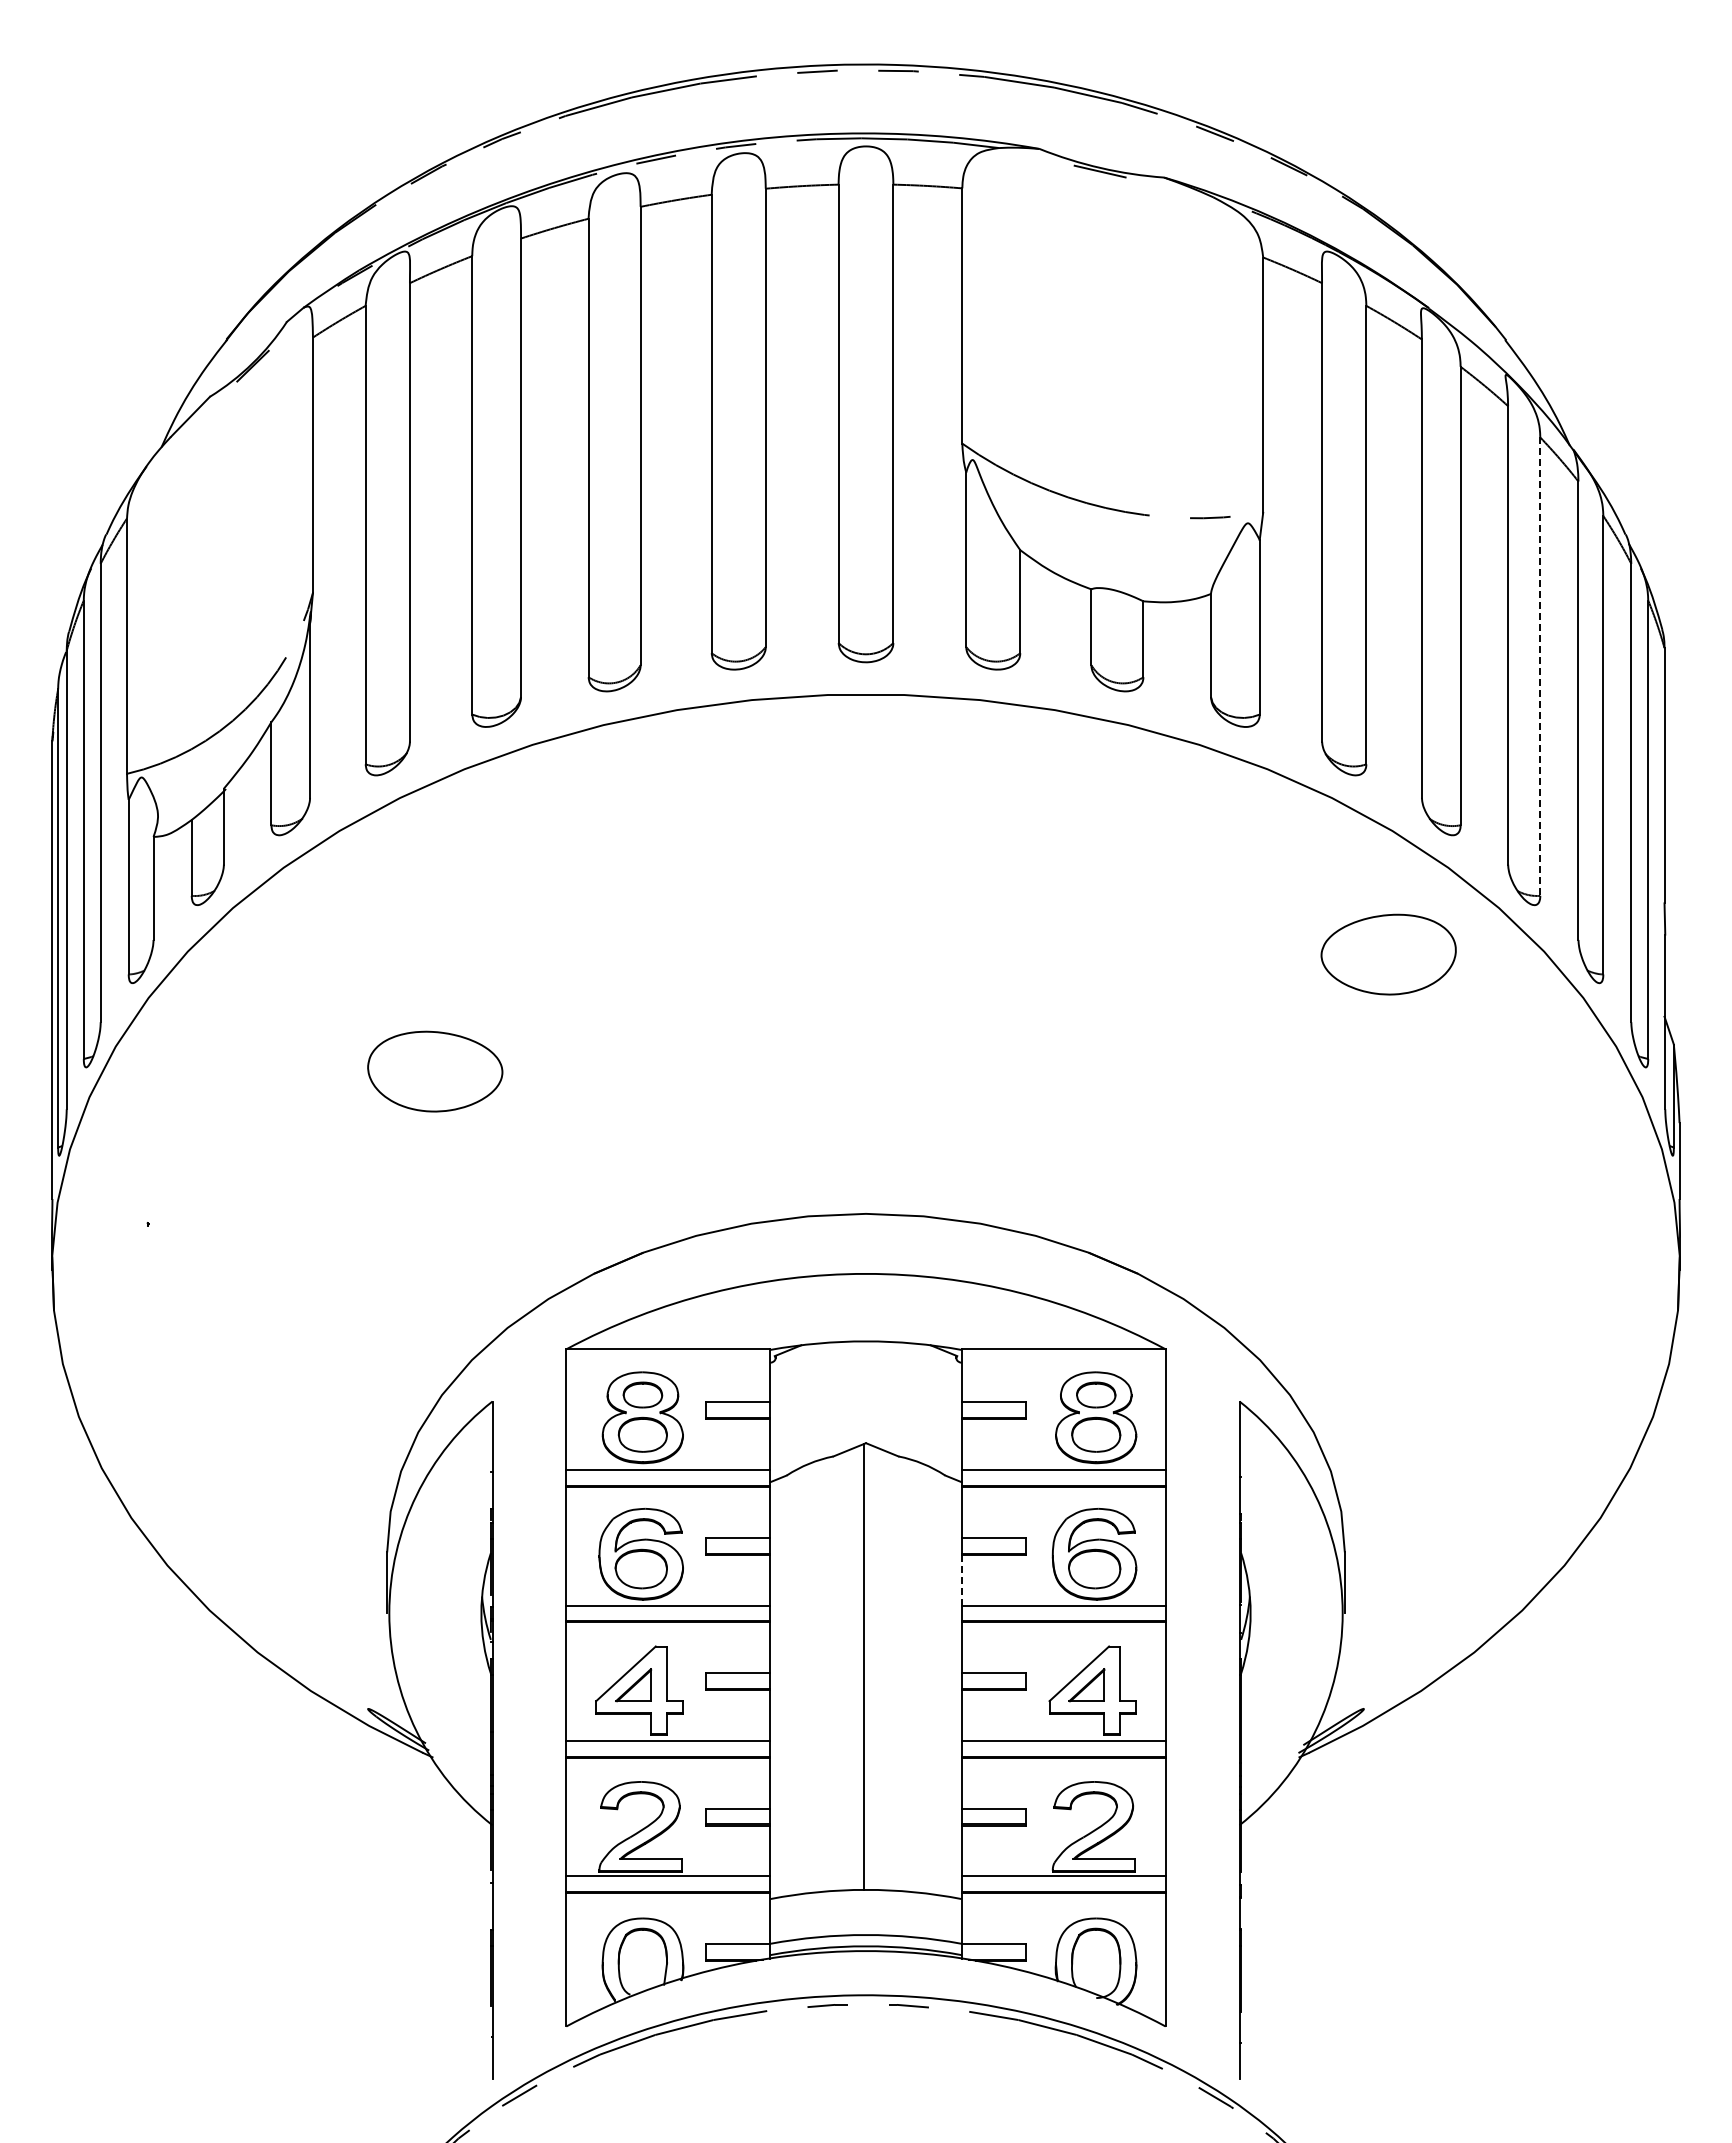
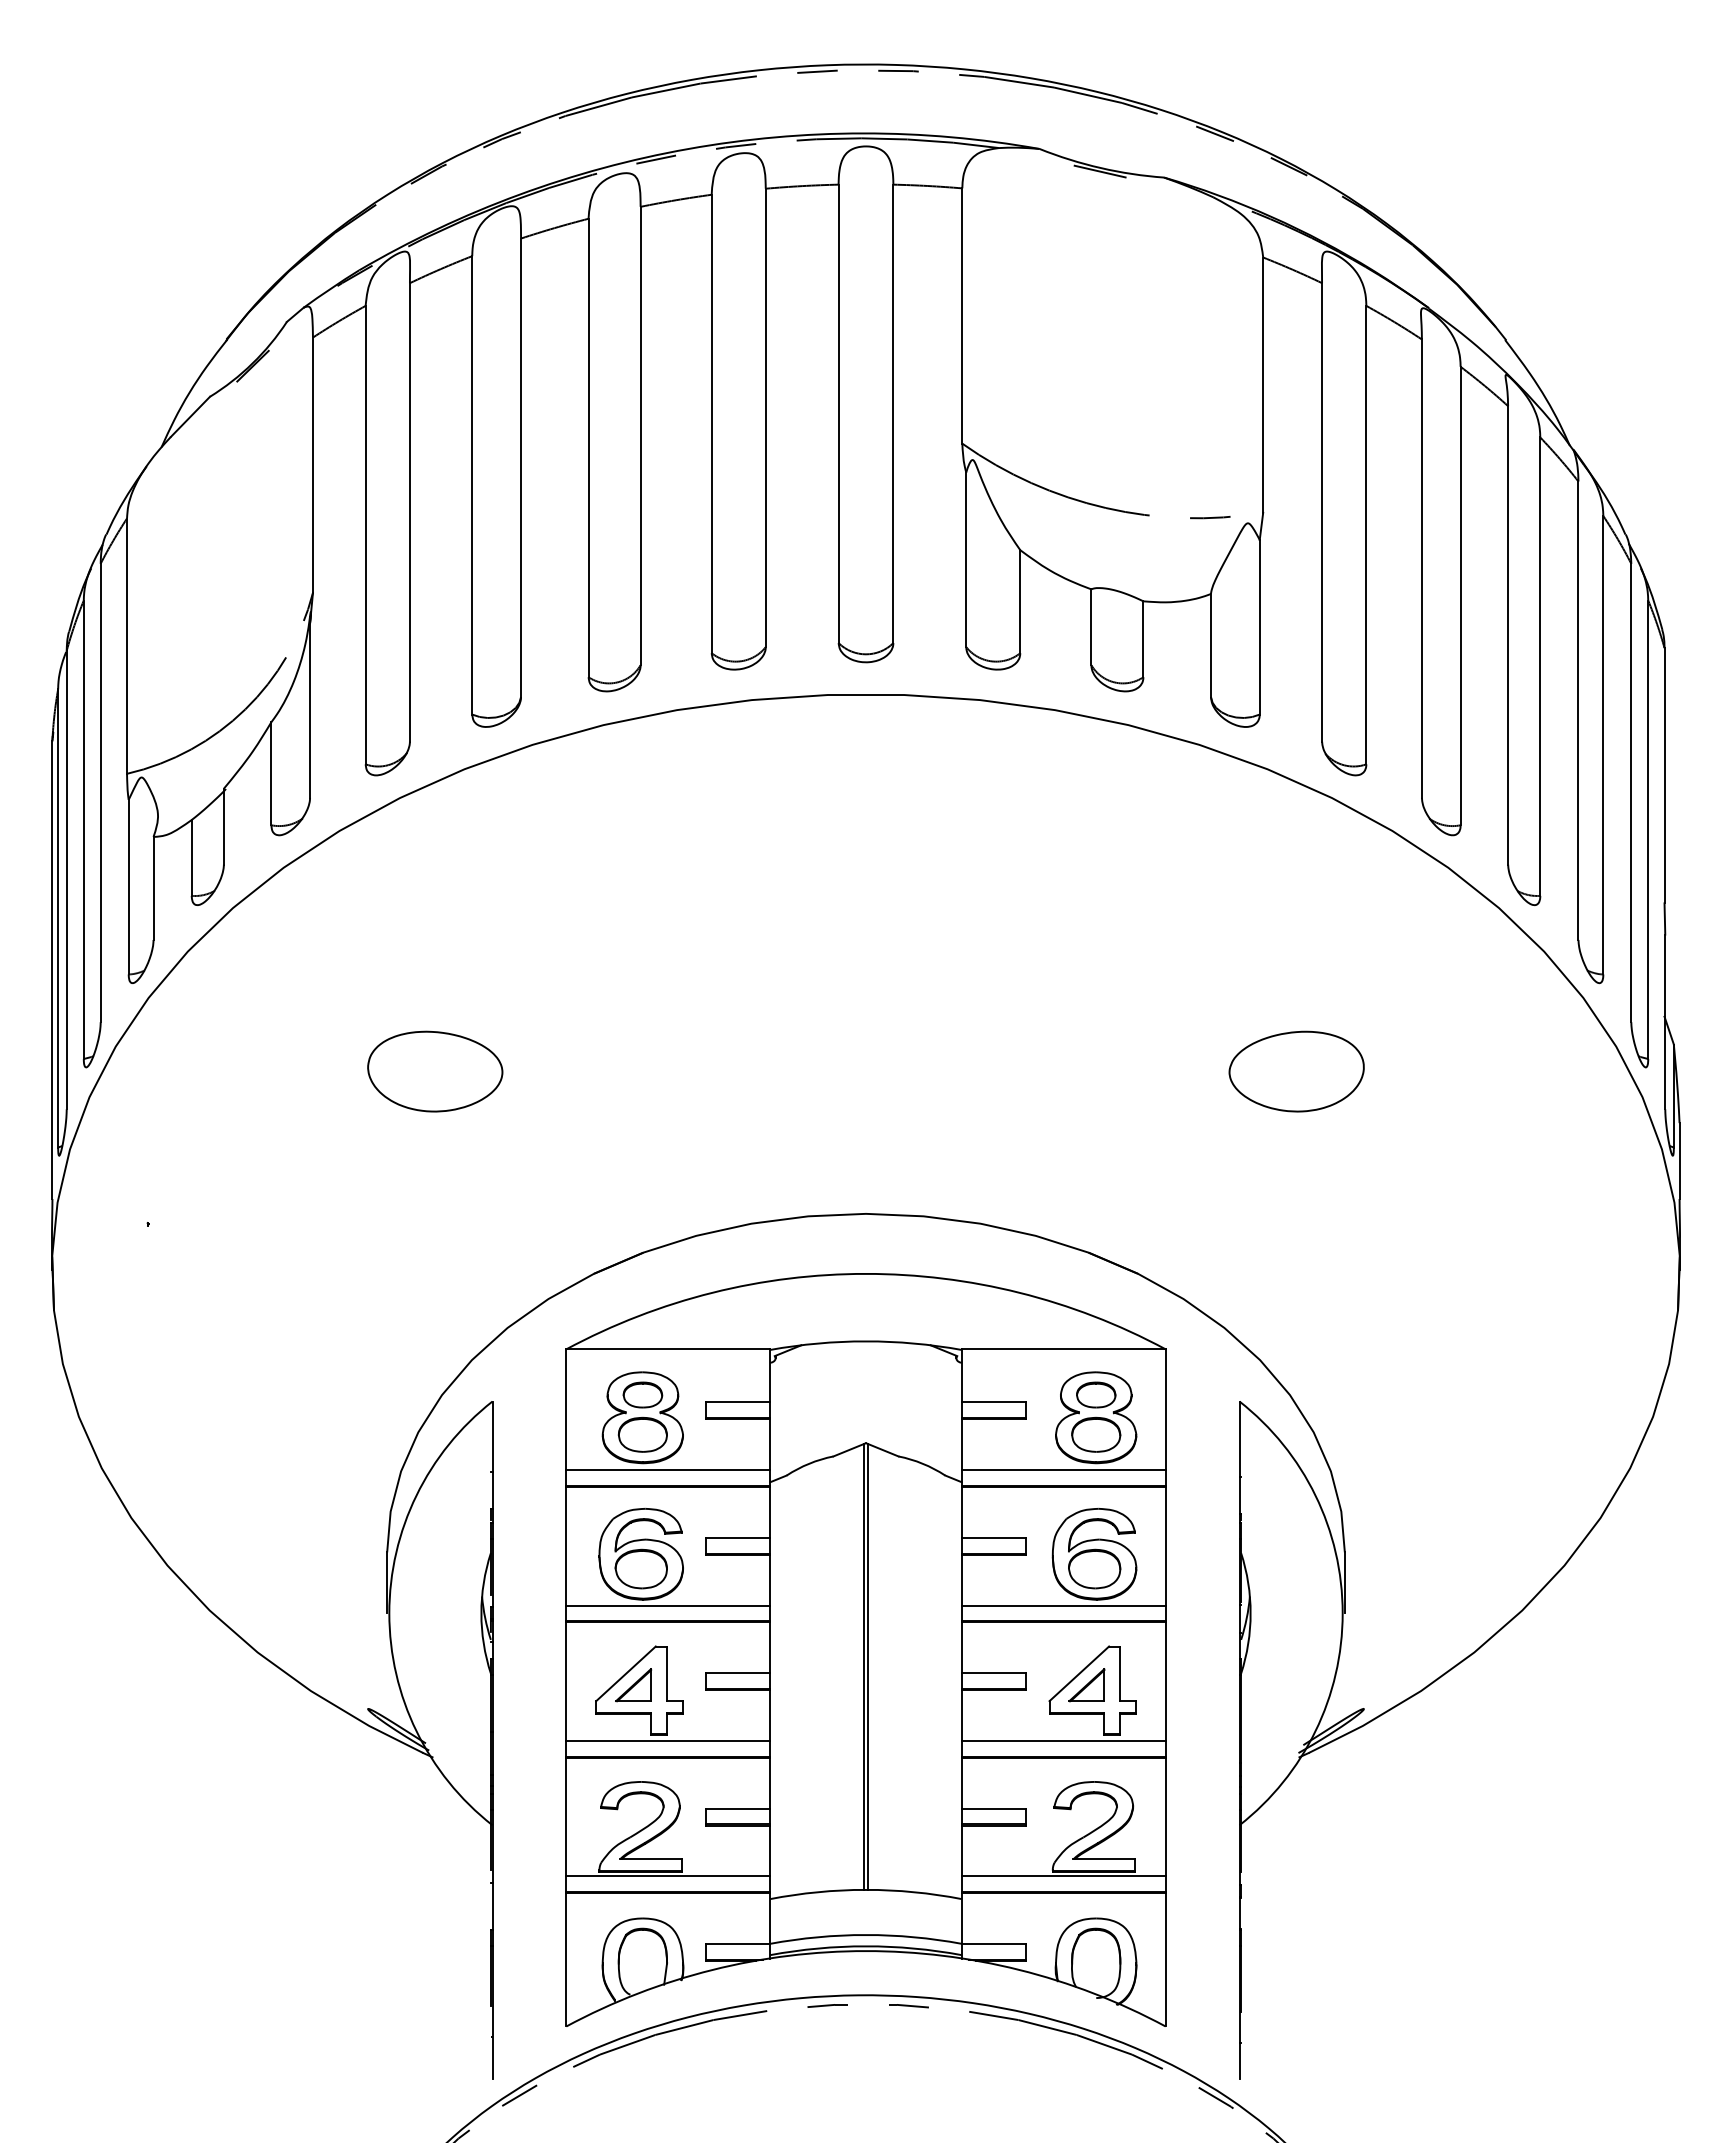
line at (1540, 667): dashed -> solid
part at (1388, 954) position: (1388, 954) -> (1296, 1071)
line at (961, 1579): dashed -> solid
line at (868, 1666): none -> present
